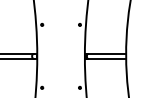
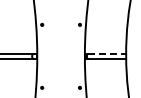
line at (107, 53): solid -> dashed
